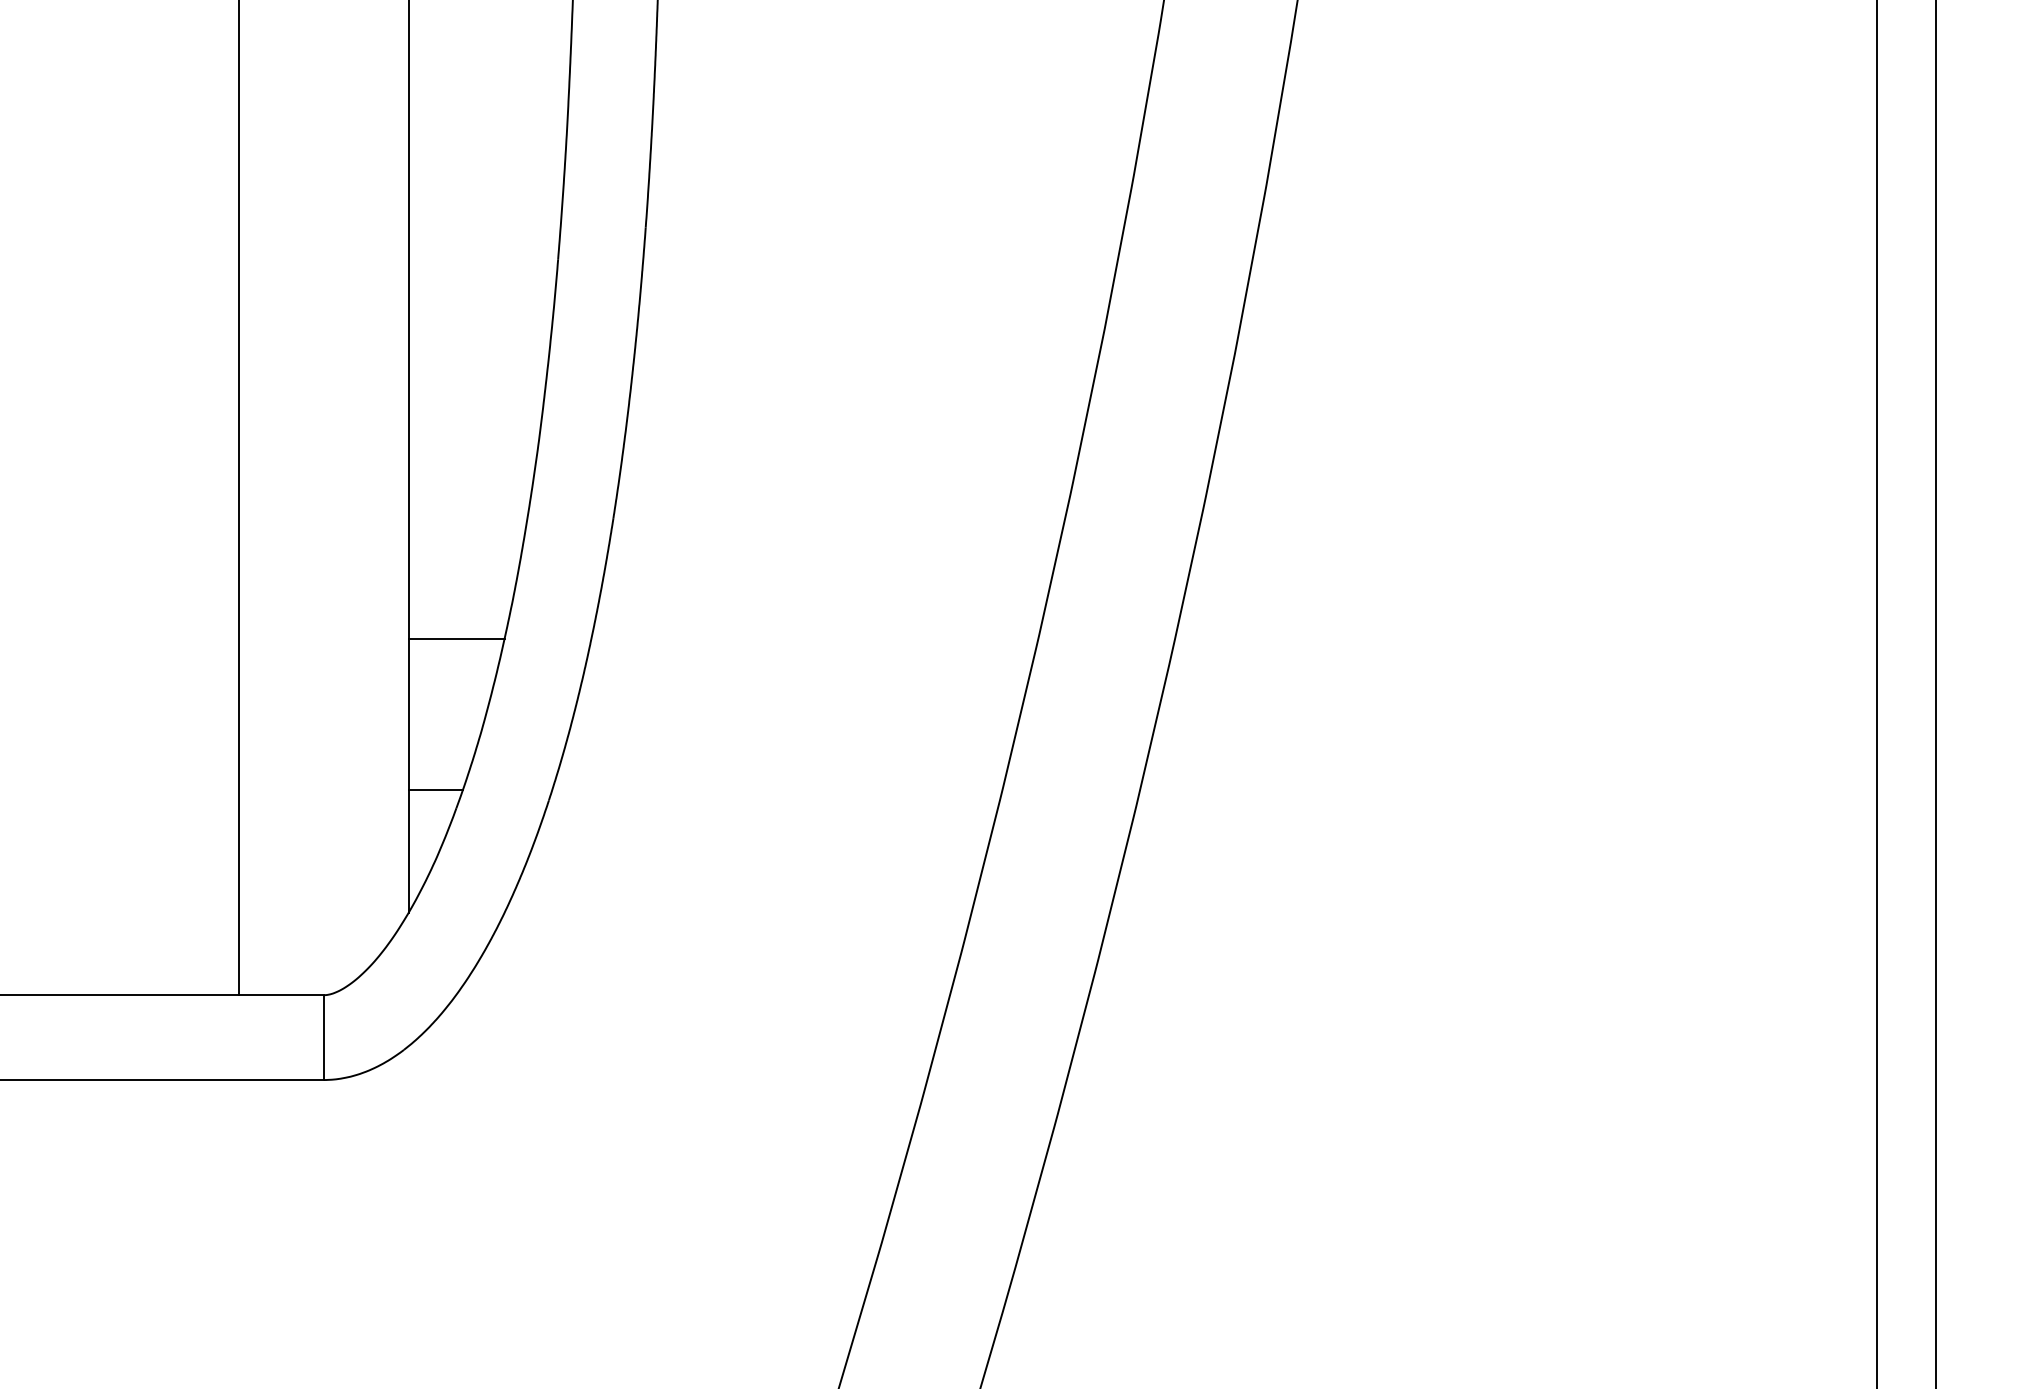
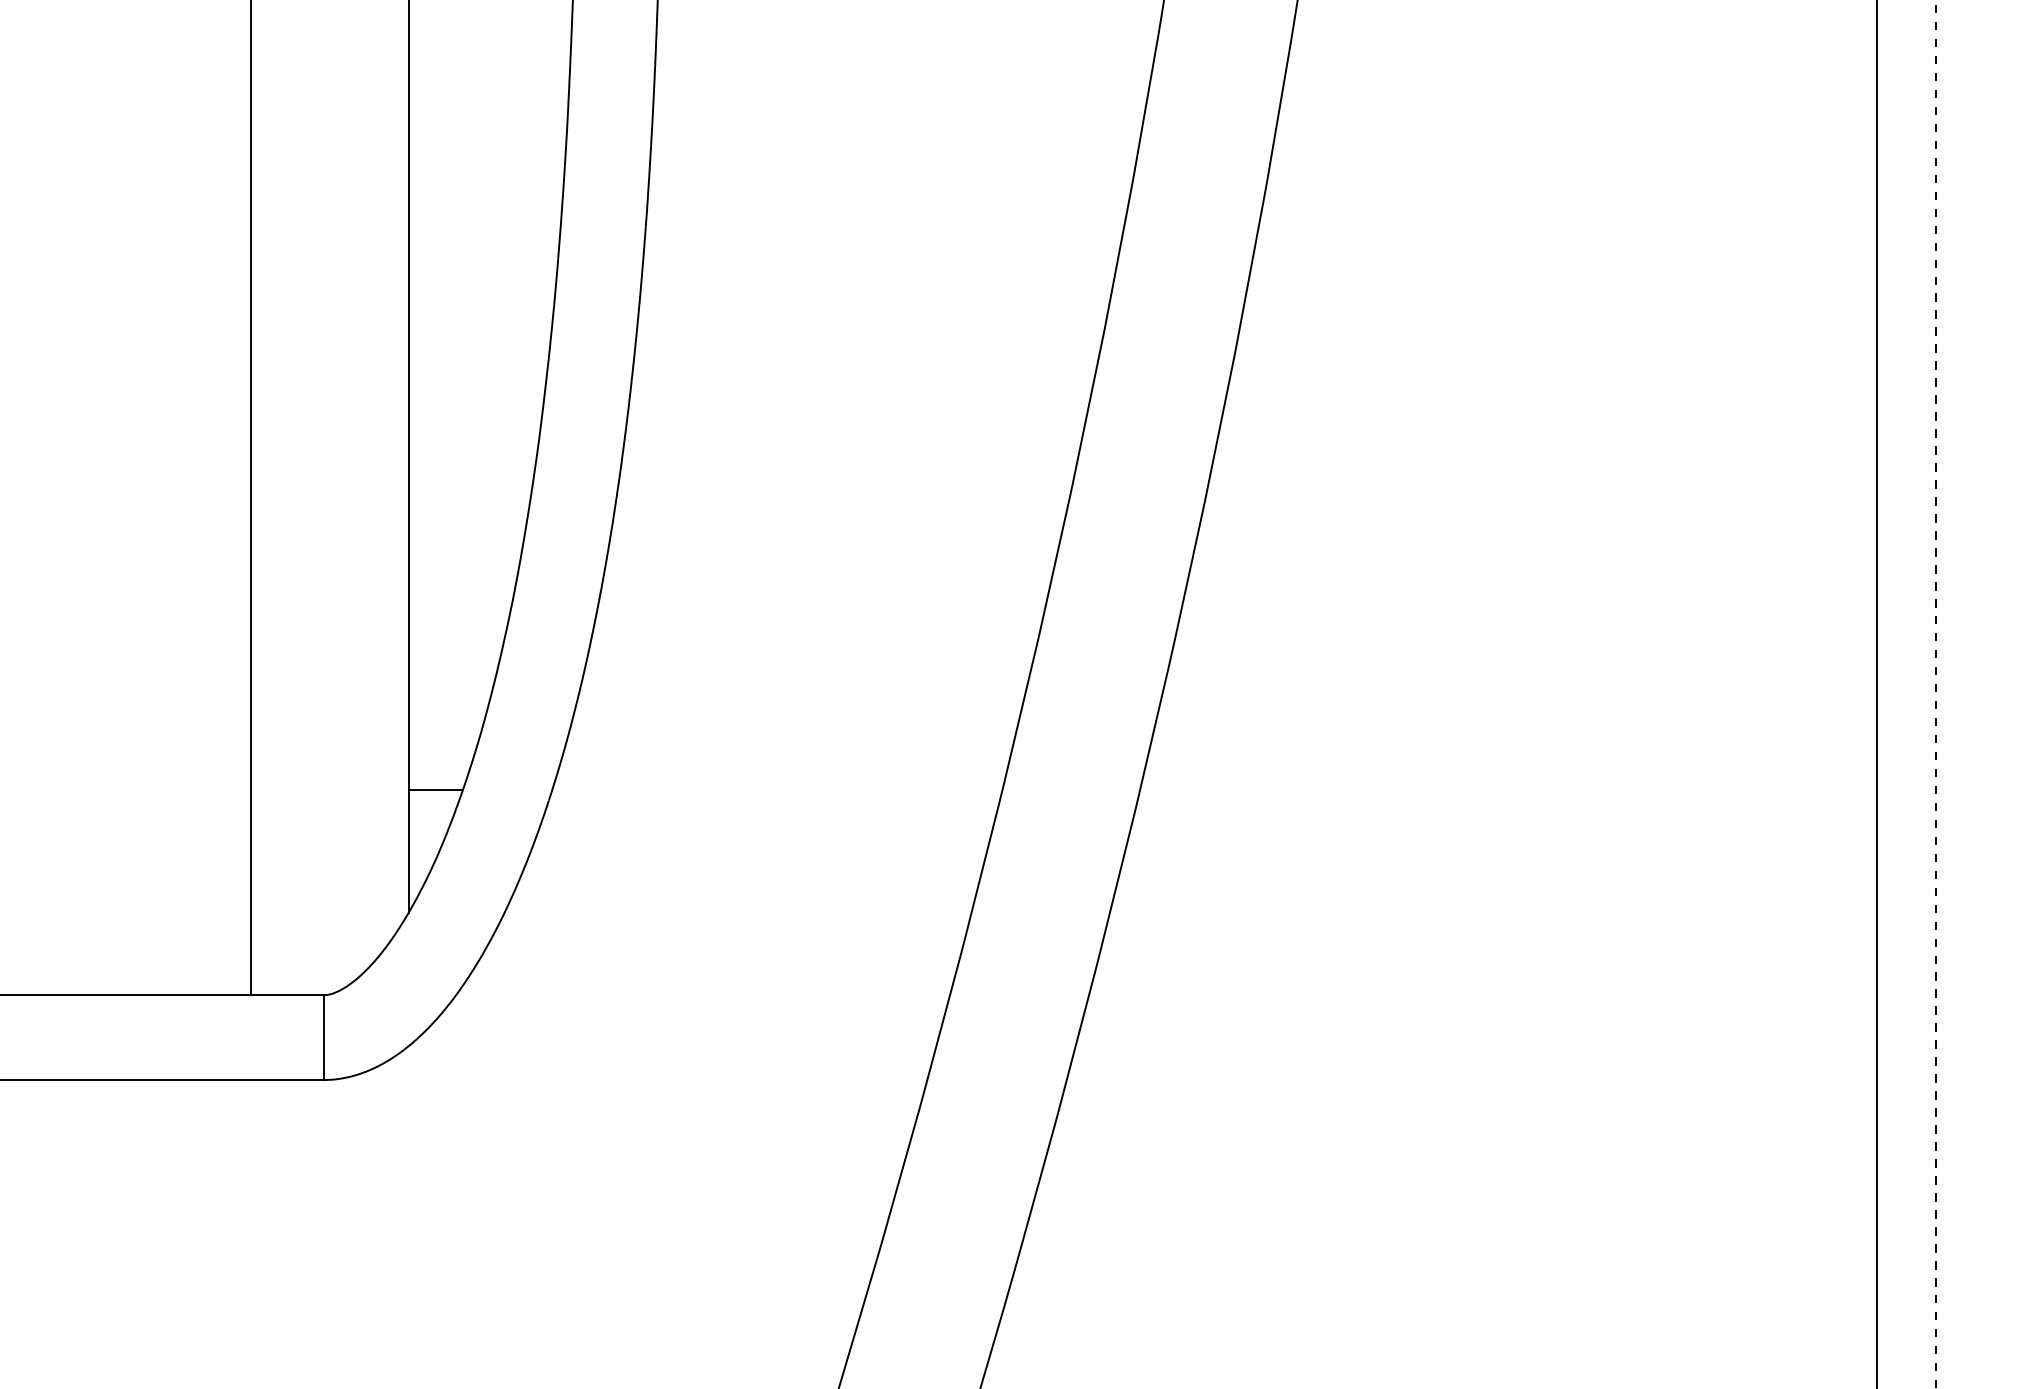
line at (238, 498) position: (238, 498) -> (250, 498)
line at (456, 639): present -> none
line at (1936, 694): solid -> dashed
